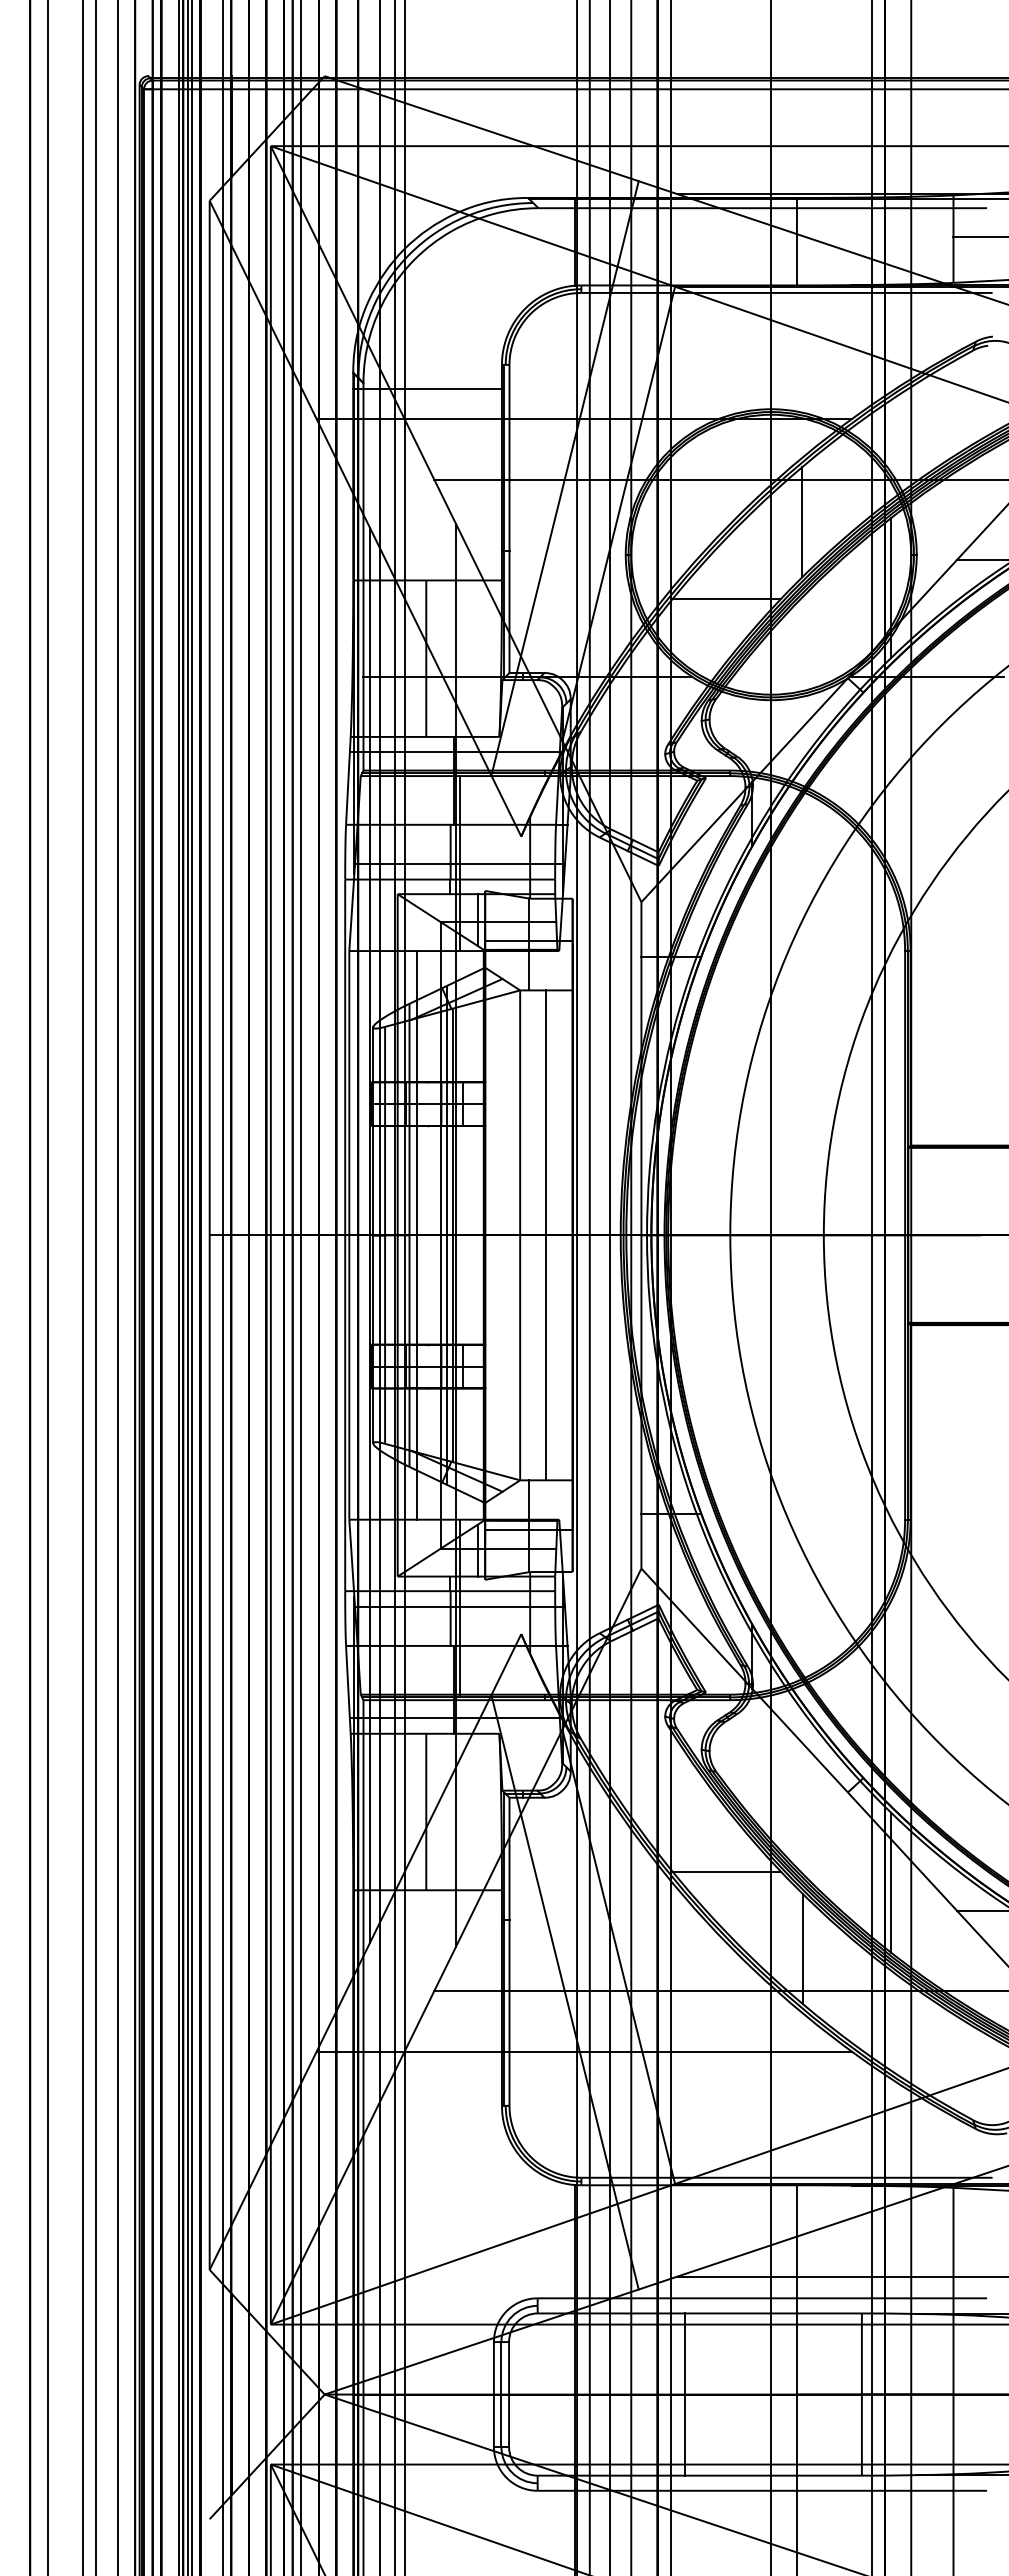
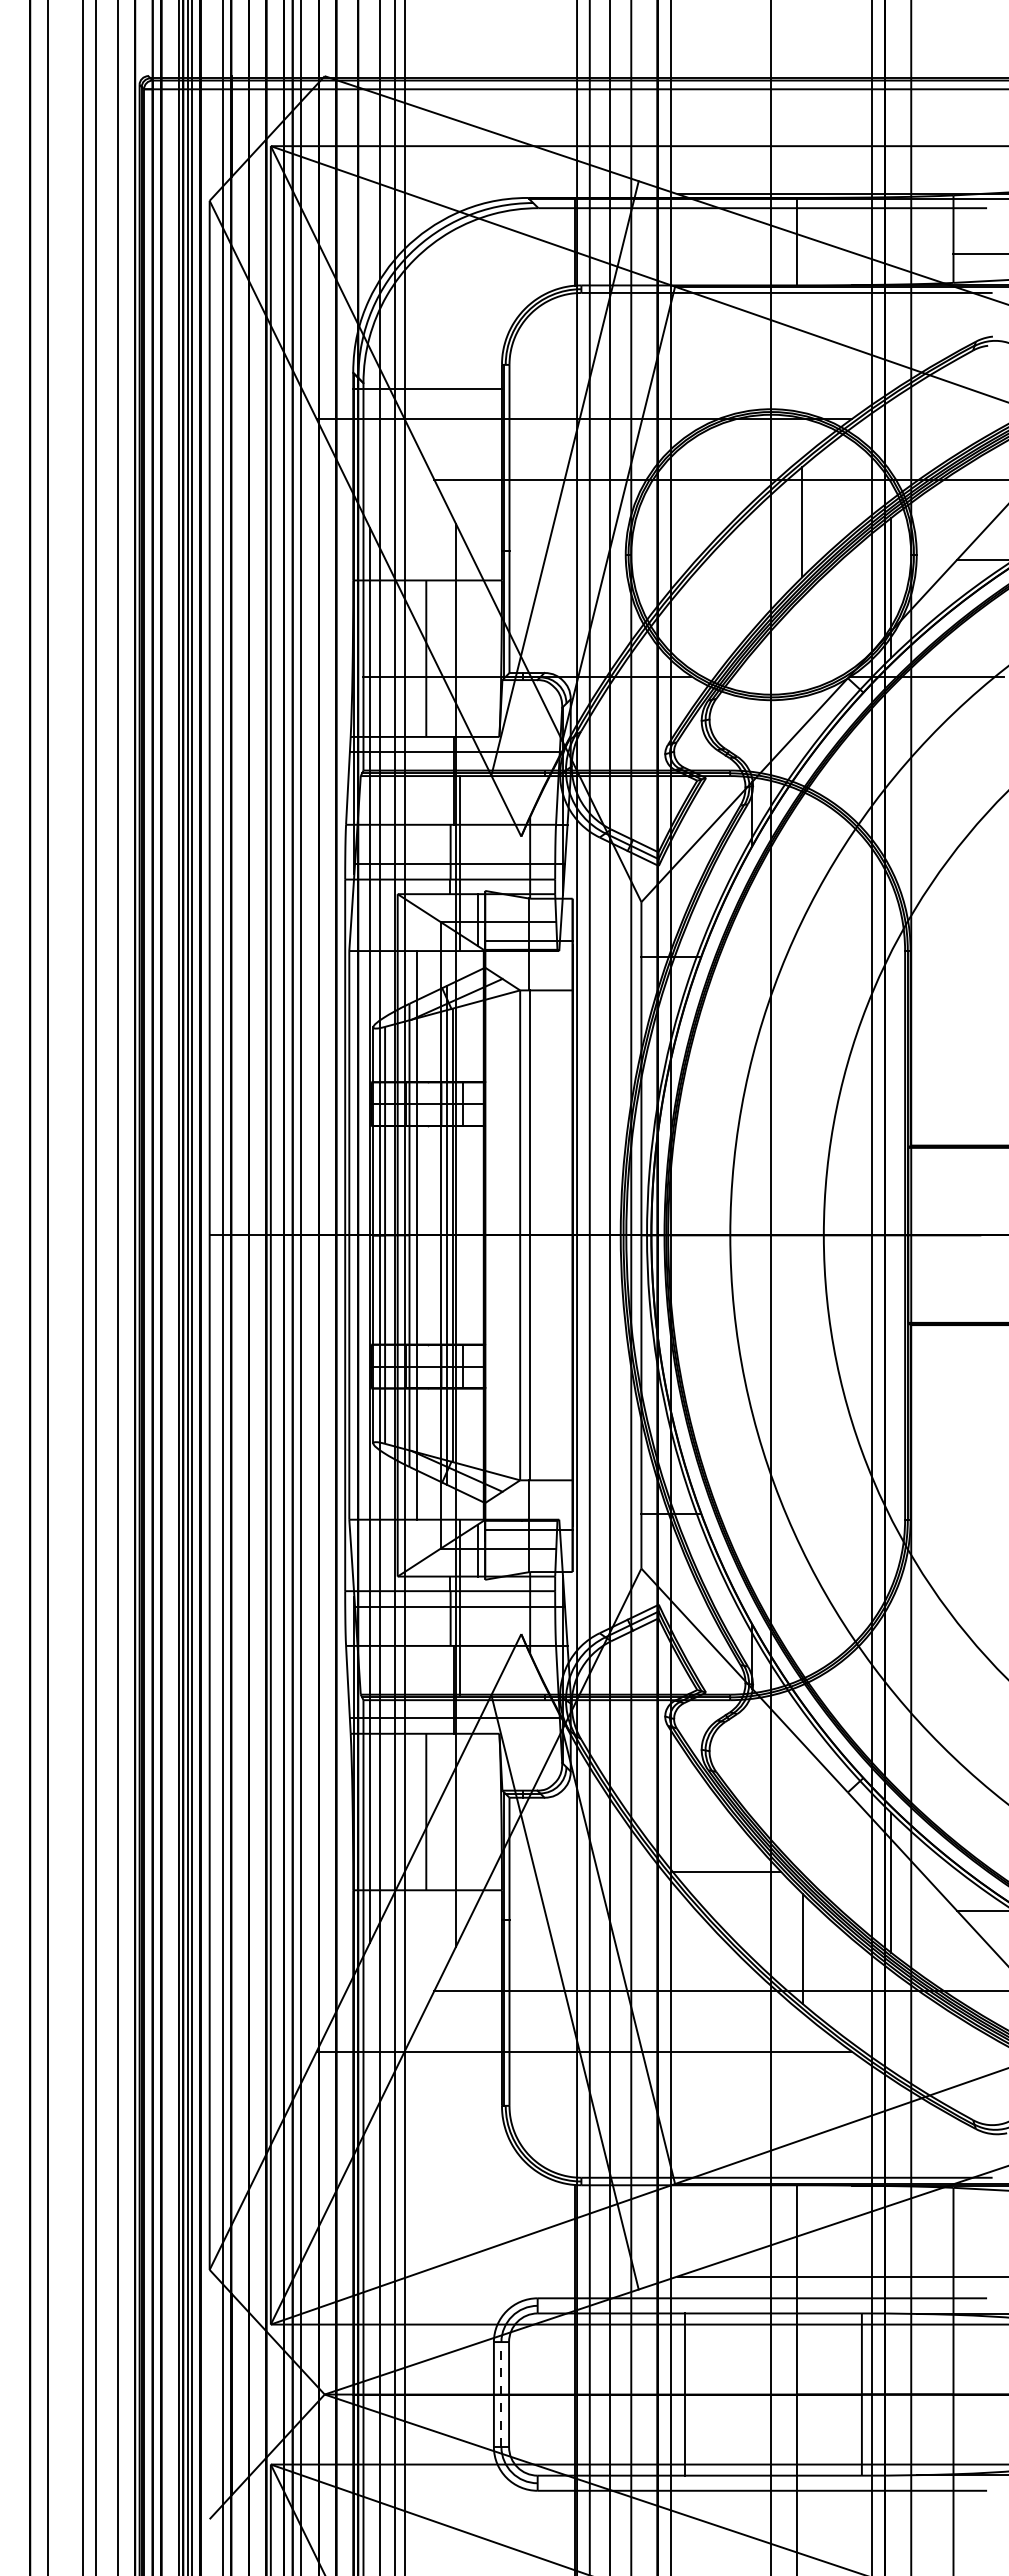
line at (979, 236) position: (979, 236) -> (979, 253)
line at (726, 598): present -> none
line at (546, 1235) position: (546, 1235) -> (530, 1235)
line at (501, 2394): solid -> dashed
